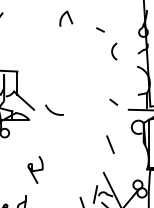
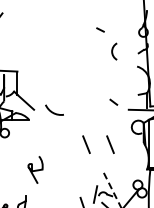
part at (66, 18): present -> none
line at (86, 144): none -> present
line at (112, 190): solid -> dashed
